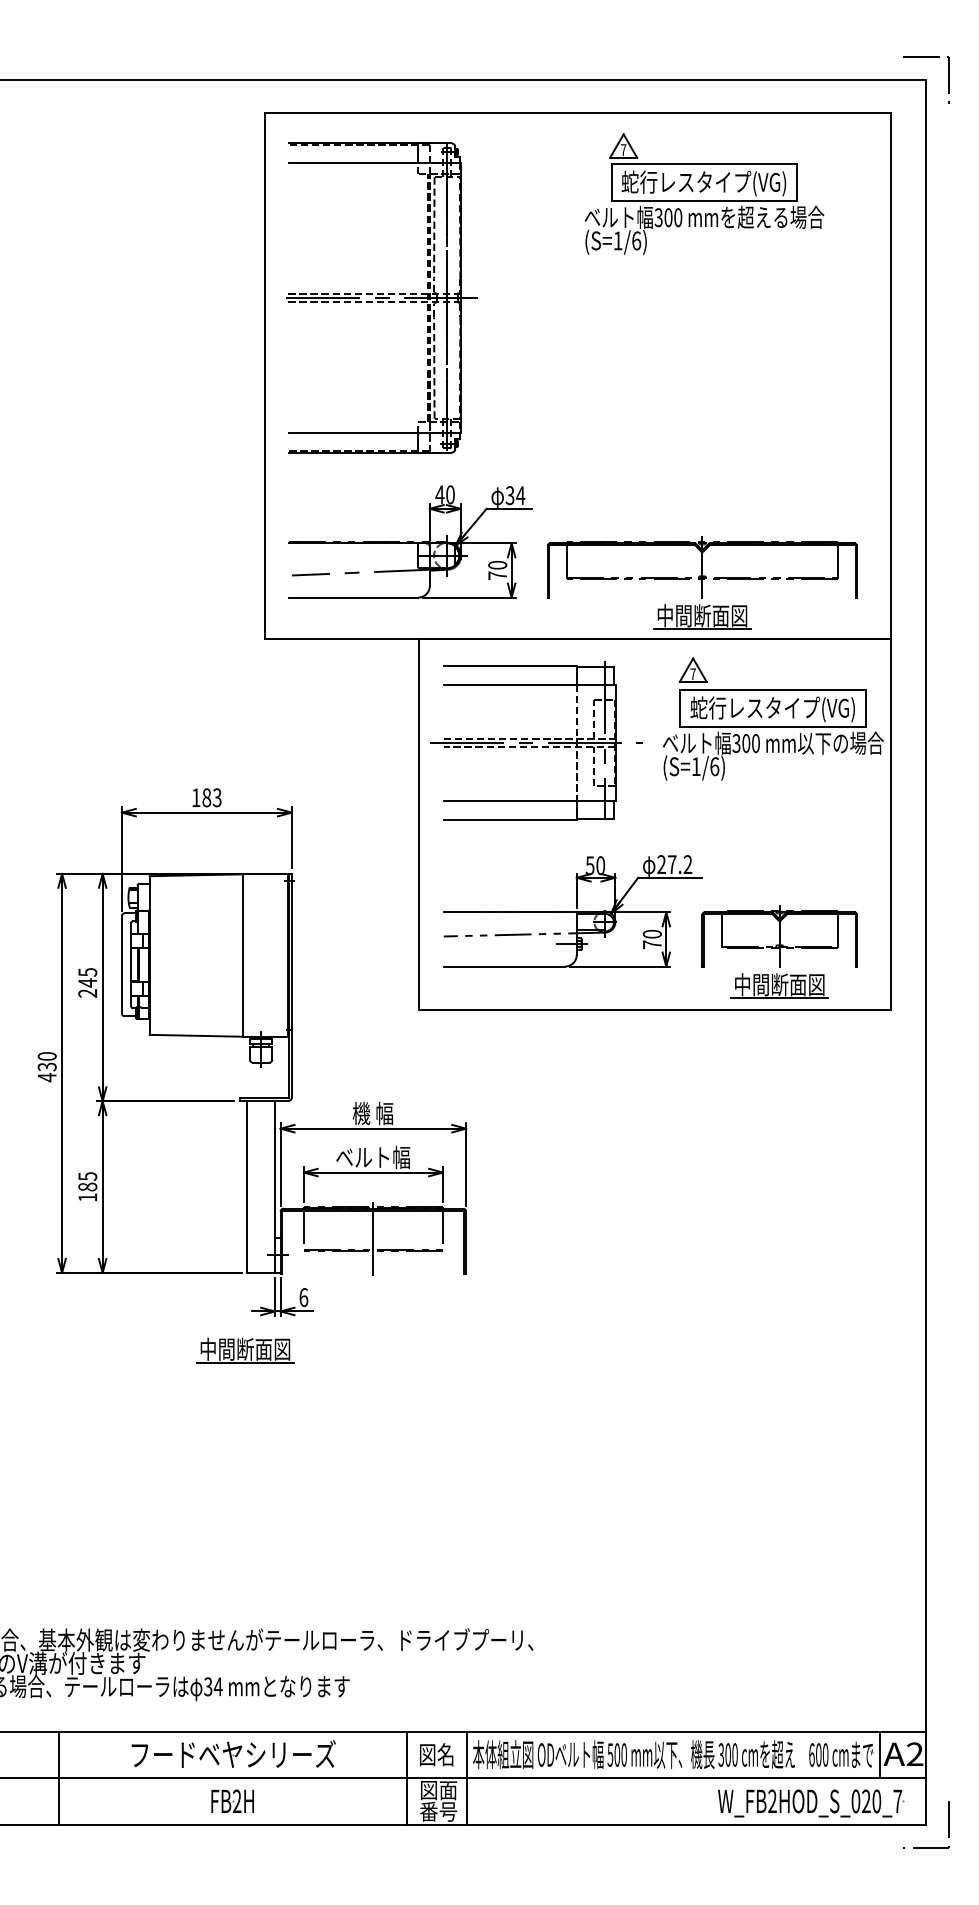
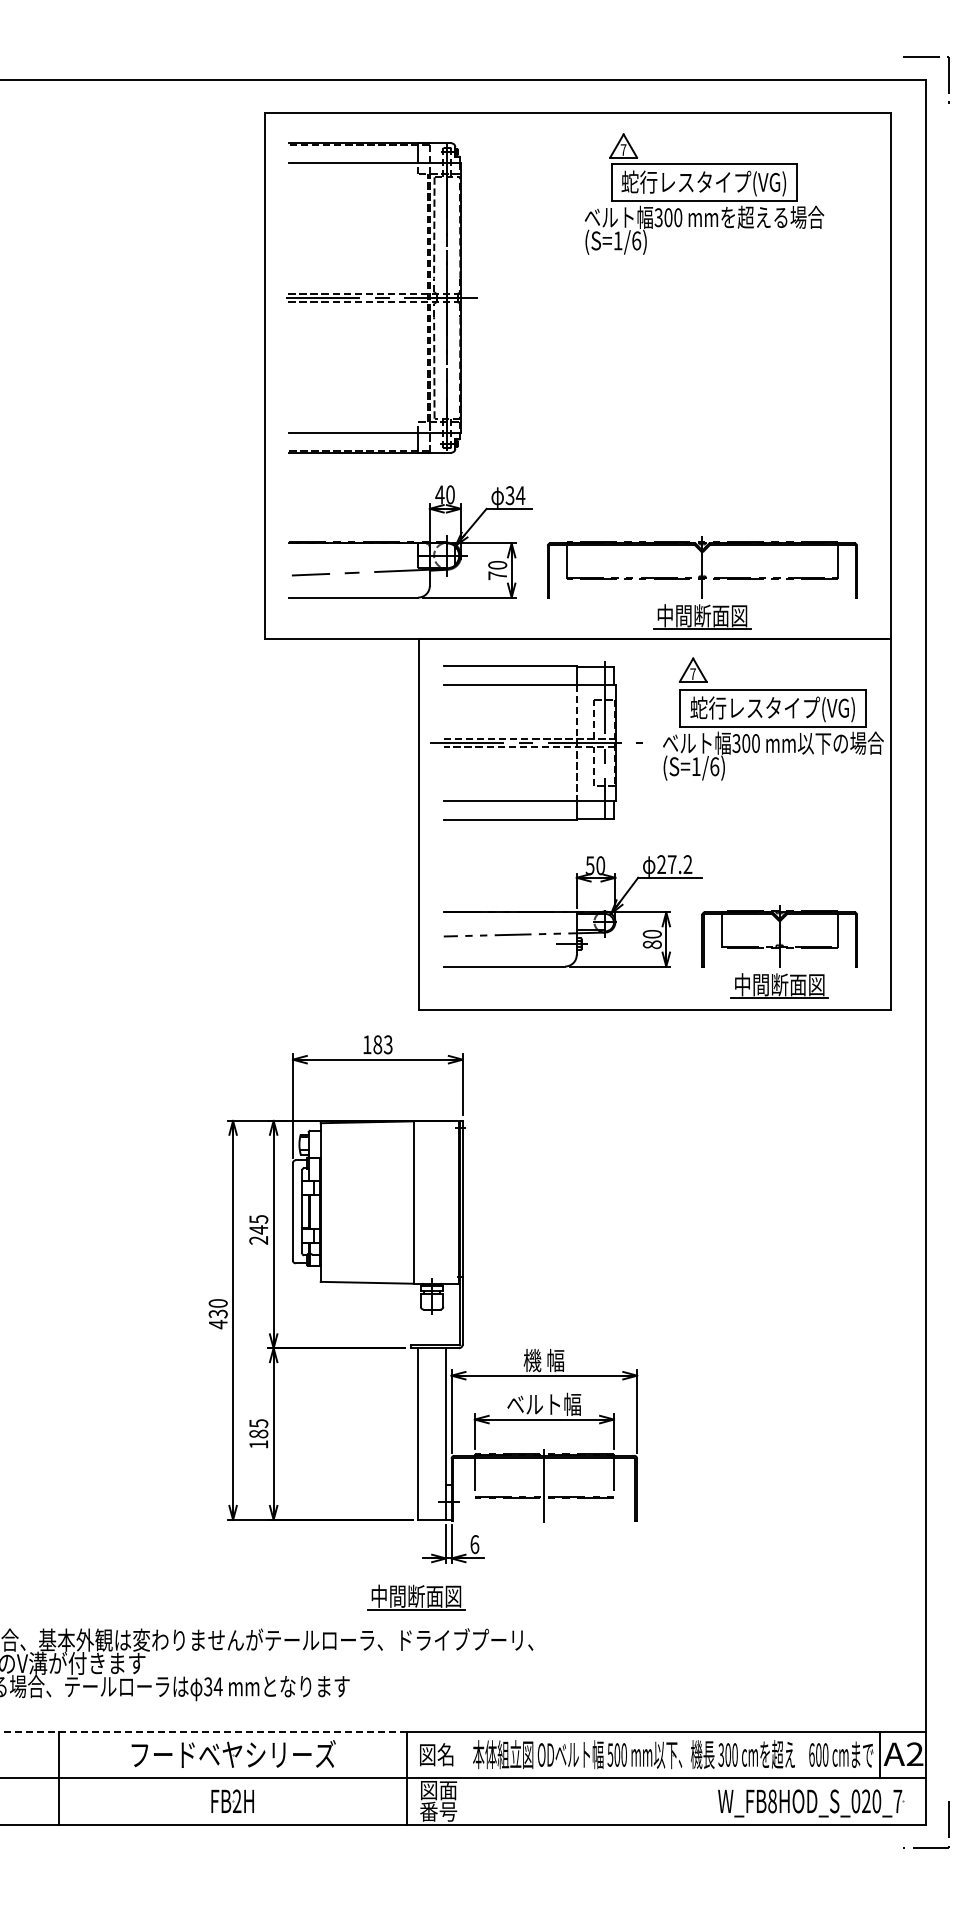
text at (651, 944): 70 -> 80
part at (260, 1067) position: (260, 1067) -> (431, 1314)
line at (203, 1731): solid -> dashed
line at (467, 1777): present -> none
text at (772, 1801): W_FB2HOD_S_020_7 -> W_FB8HOD_S_020_7
